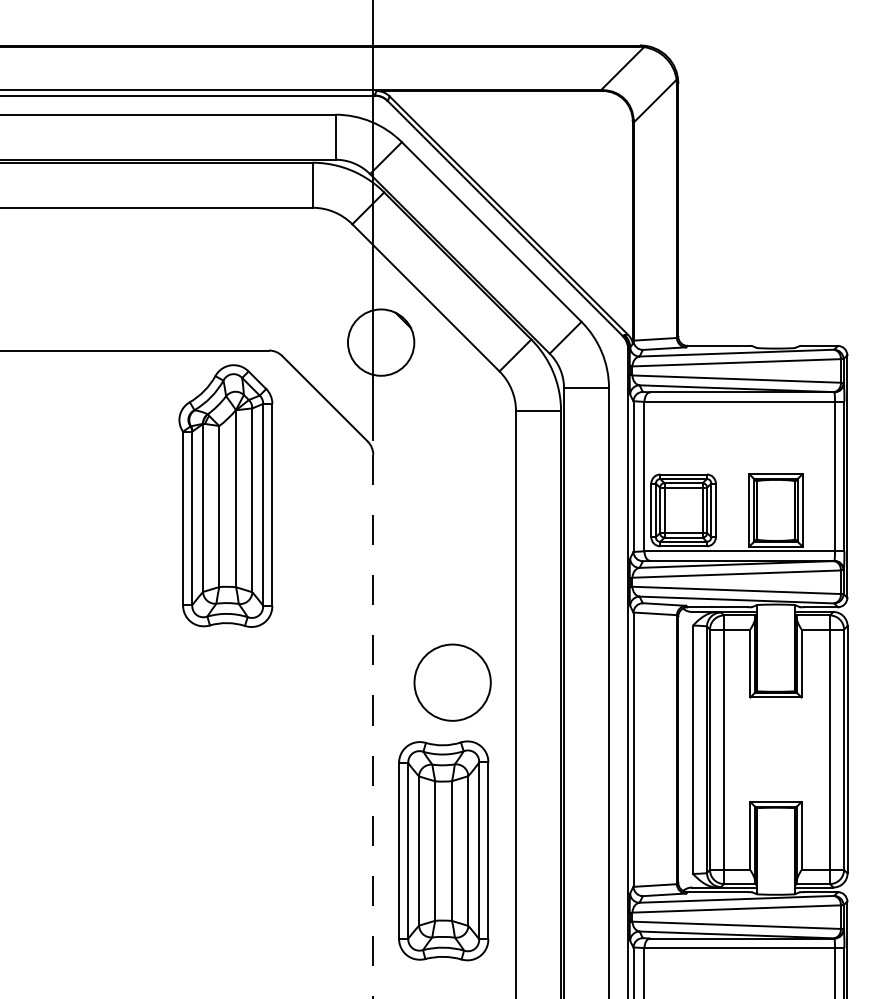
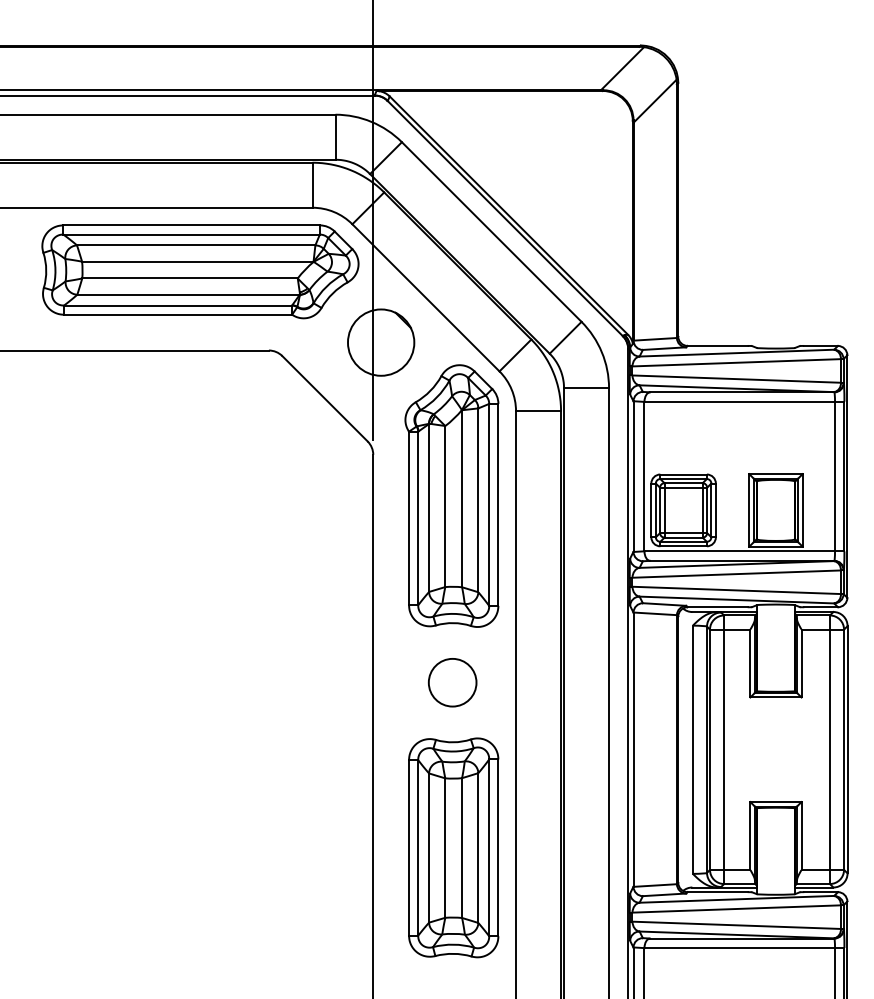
part at (200, 271): none -> present
part at (225, 495) position: (225, 495) -> (451, 495)
circle at (452, 682) diameter: 76 px -> 48 px
line at (373, 726): dashed -> solid
part at (443, 850) position: (443, 850) -> (453, 847)
